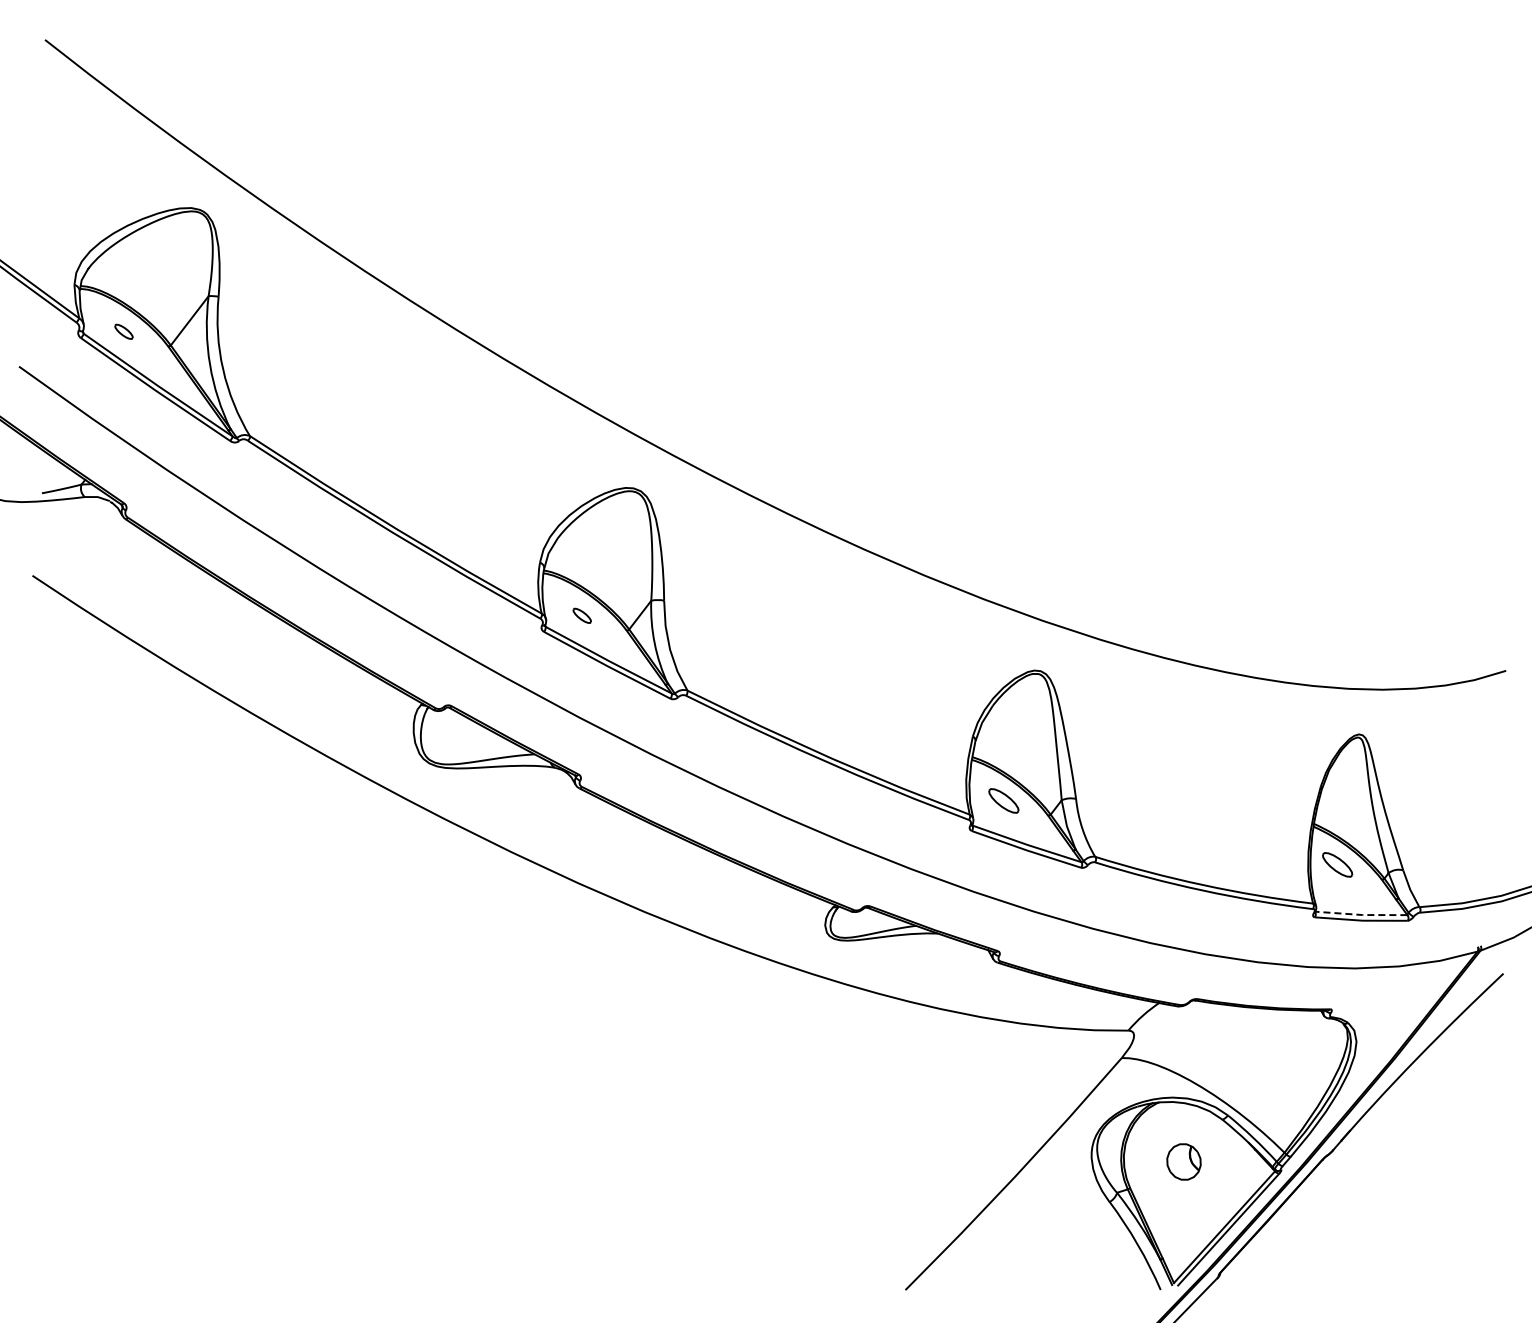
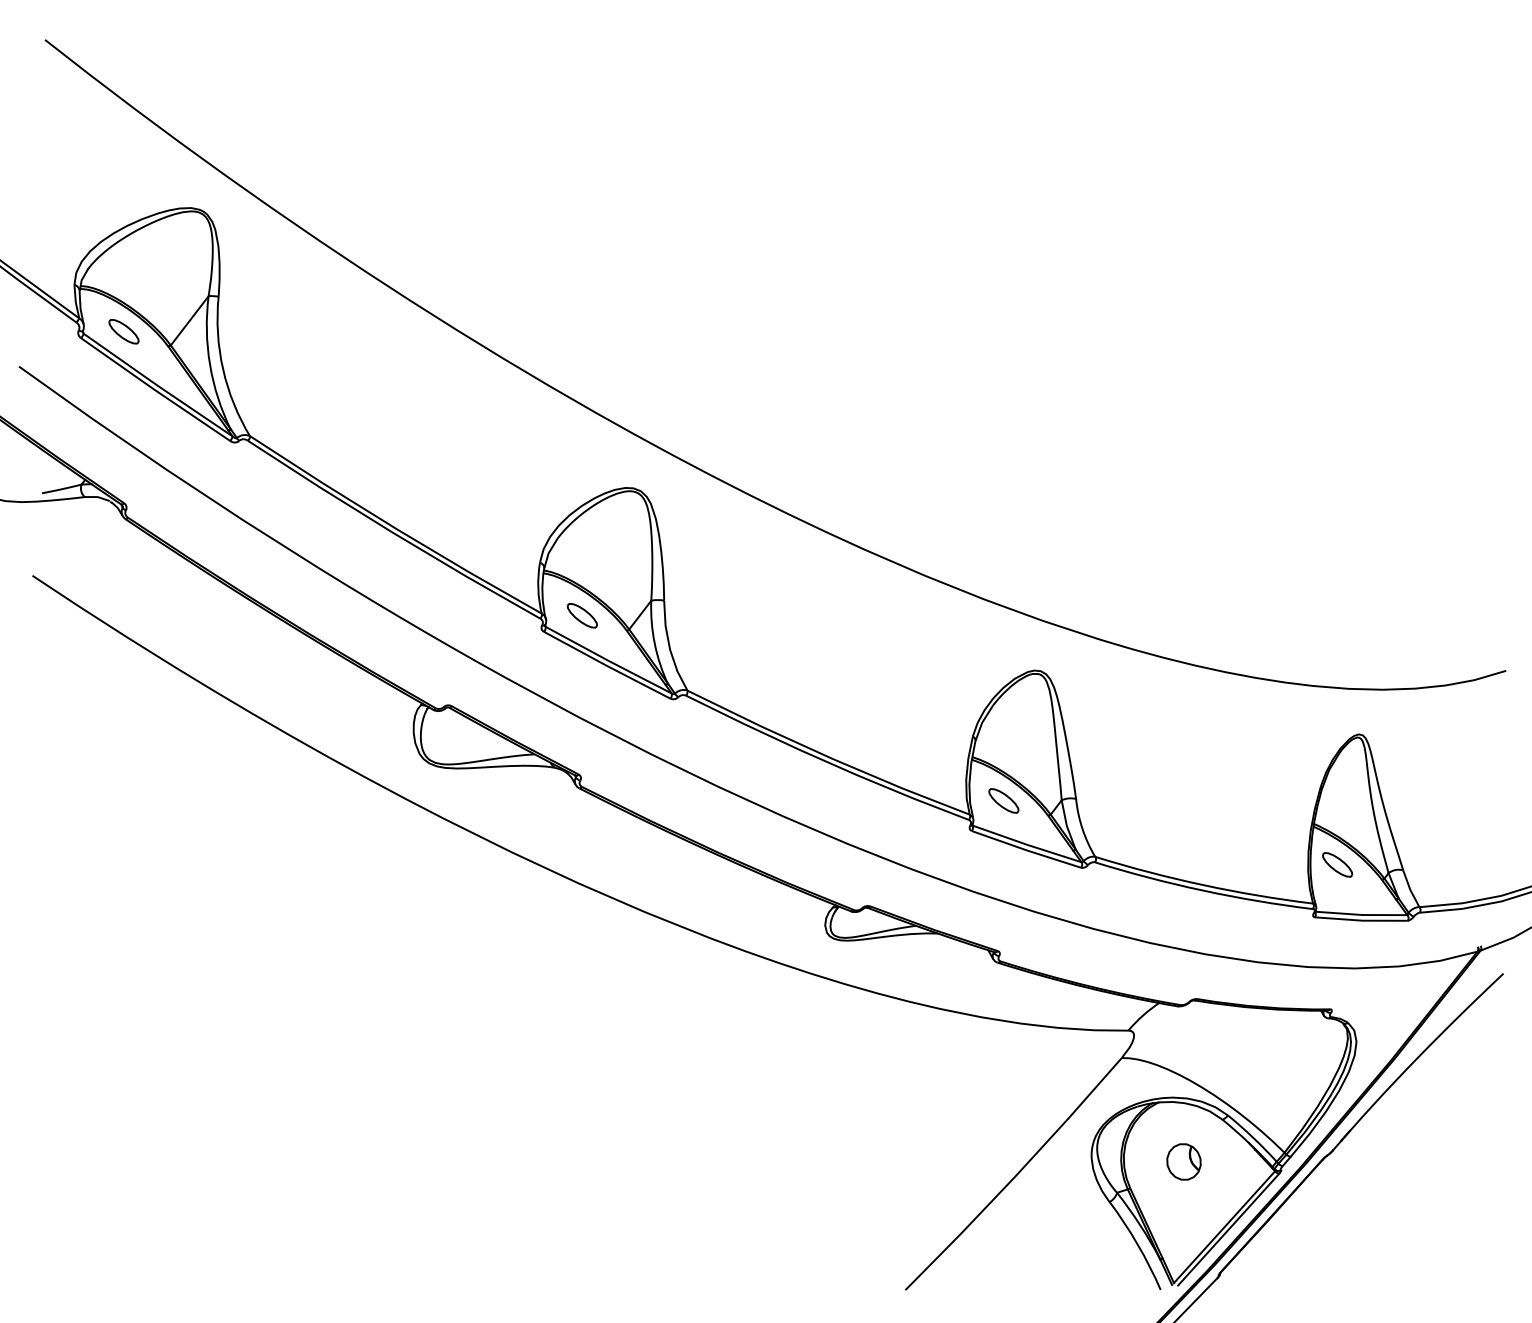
part at (123, 331) size: 20x17 px -> 32x26 px
part at (581, 615) size: 20x17 px -> 32x26 px
line at (1360, 914): dashed -> solid
